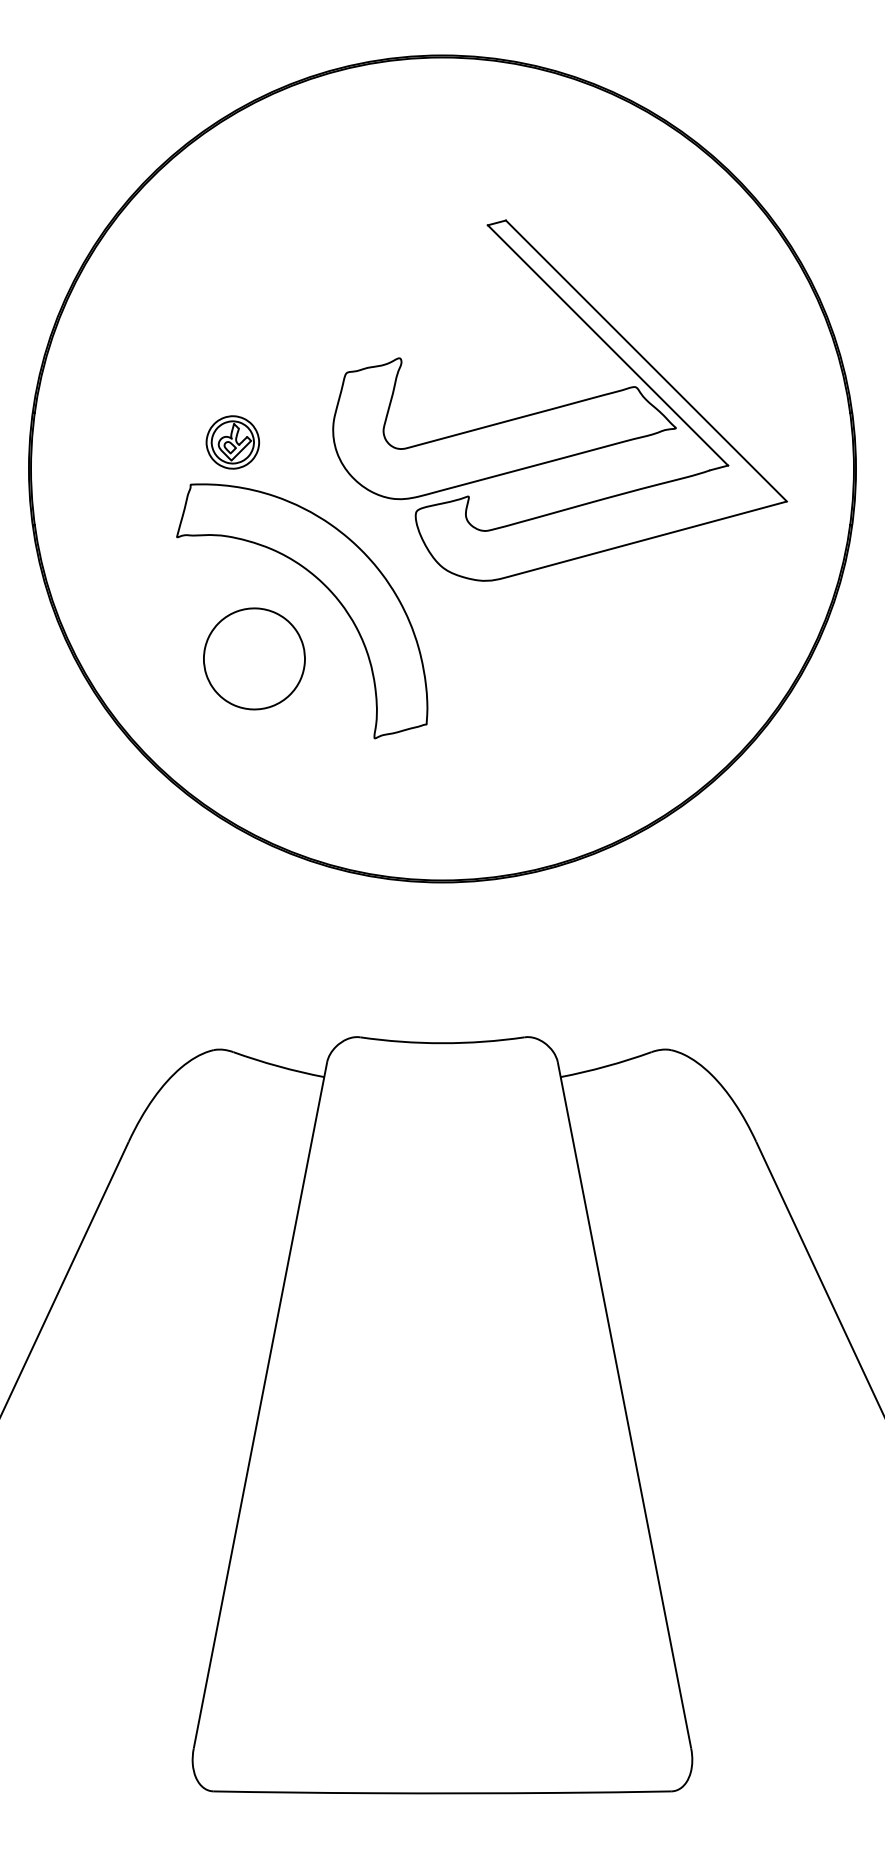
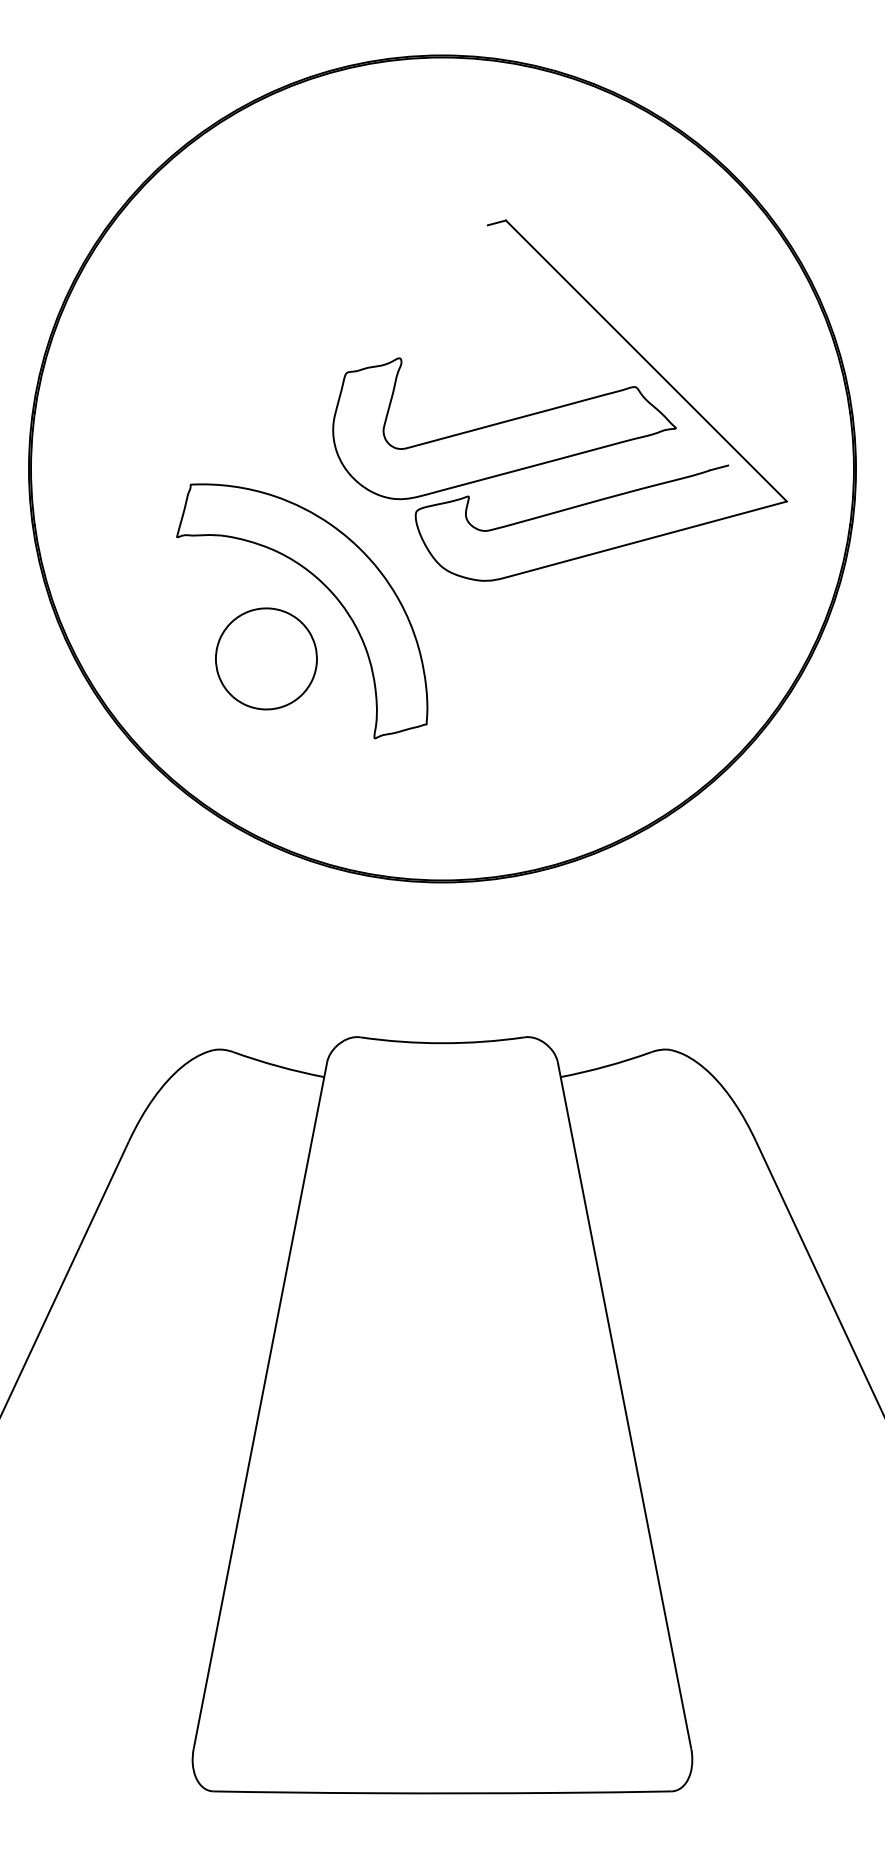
line at (607, 345): present -> none
part at (232, 442): present -> none
part at (254, 658) position: (254, 658) -> (266, 658)
